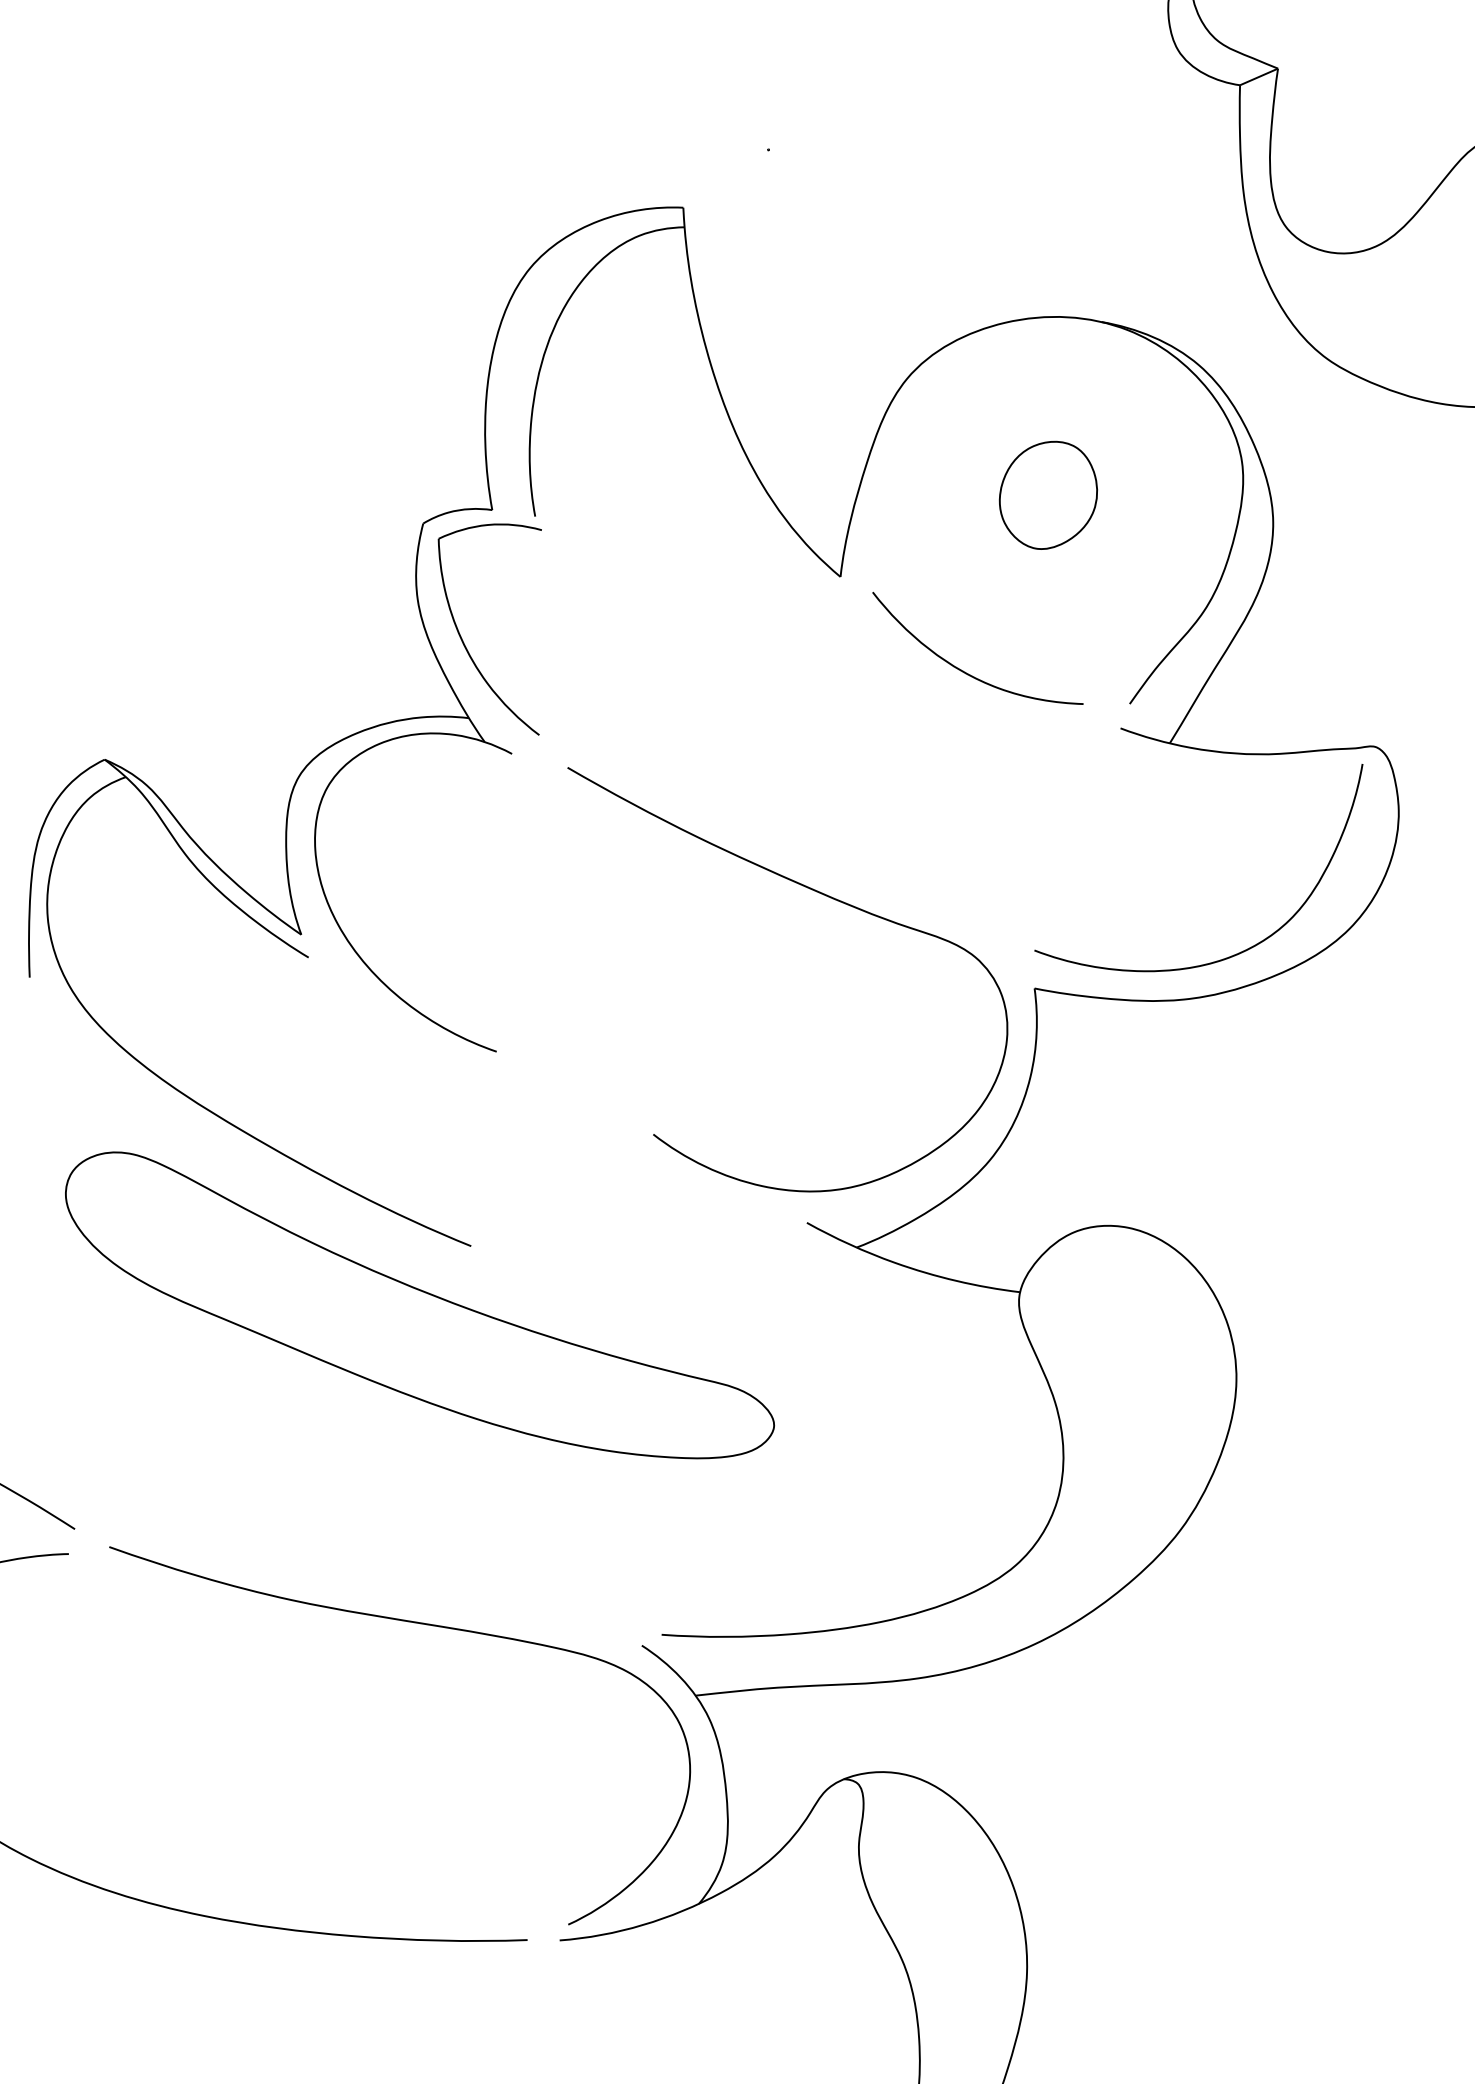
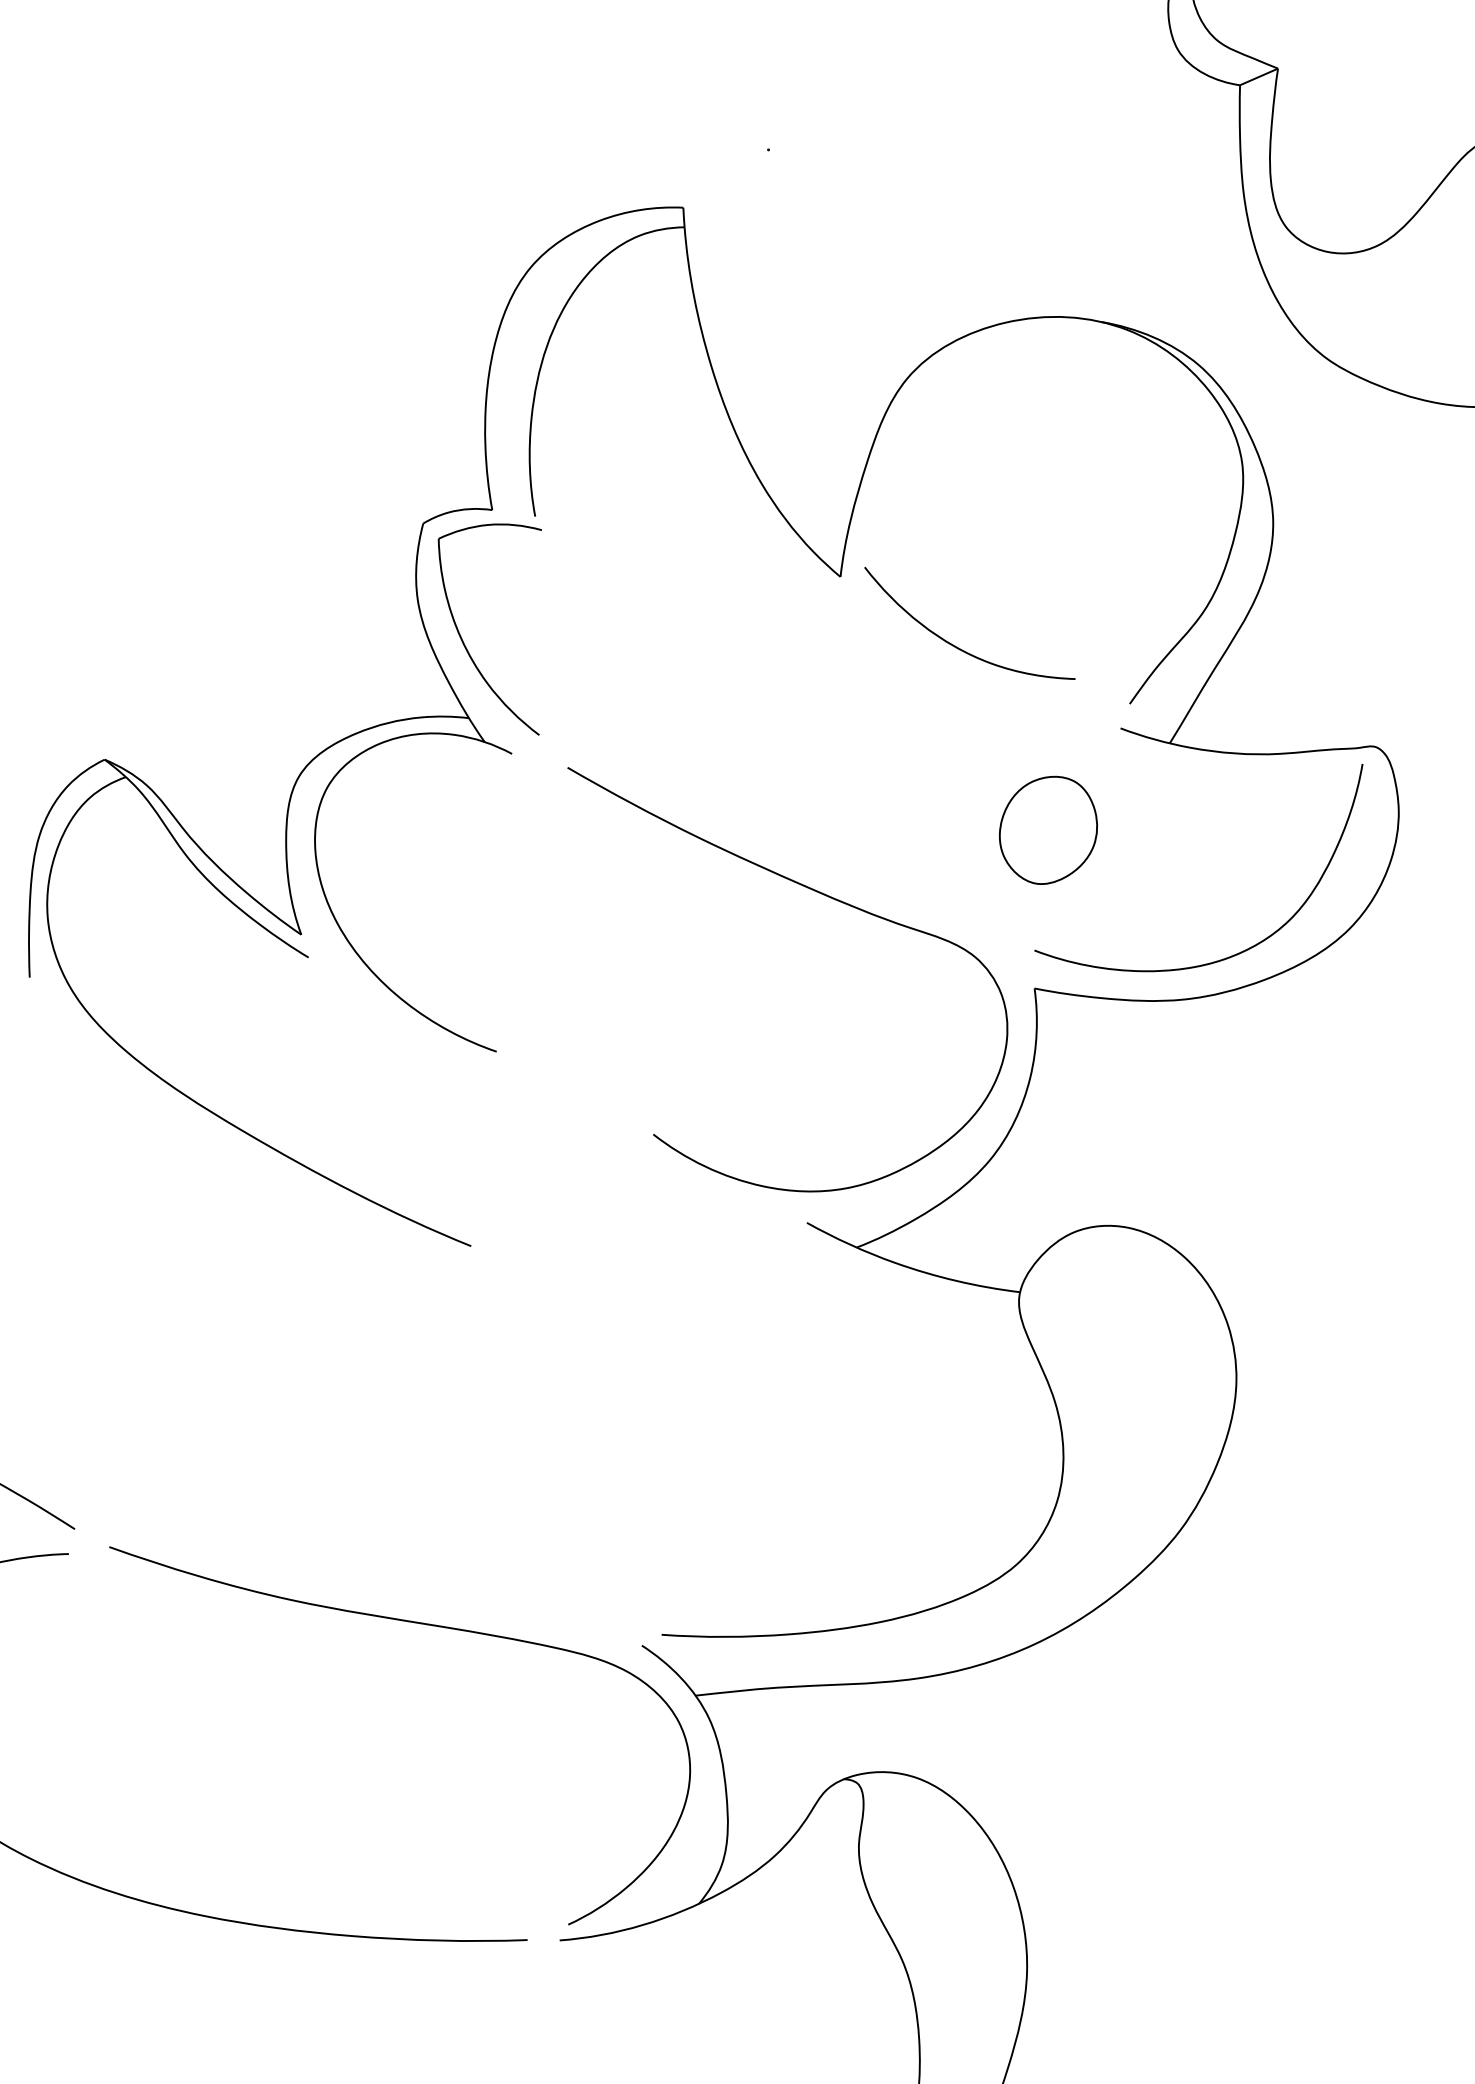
part at (1047, 494) position: (1047, 494) -> (1047, 829)
curve at (963, 670) position: (963, 670) -> (955, 645)
part at (419, 1305): present -> none
